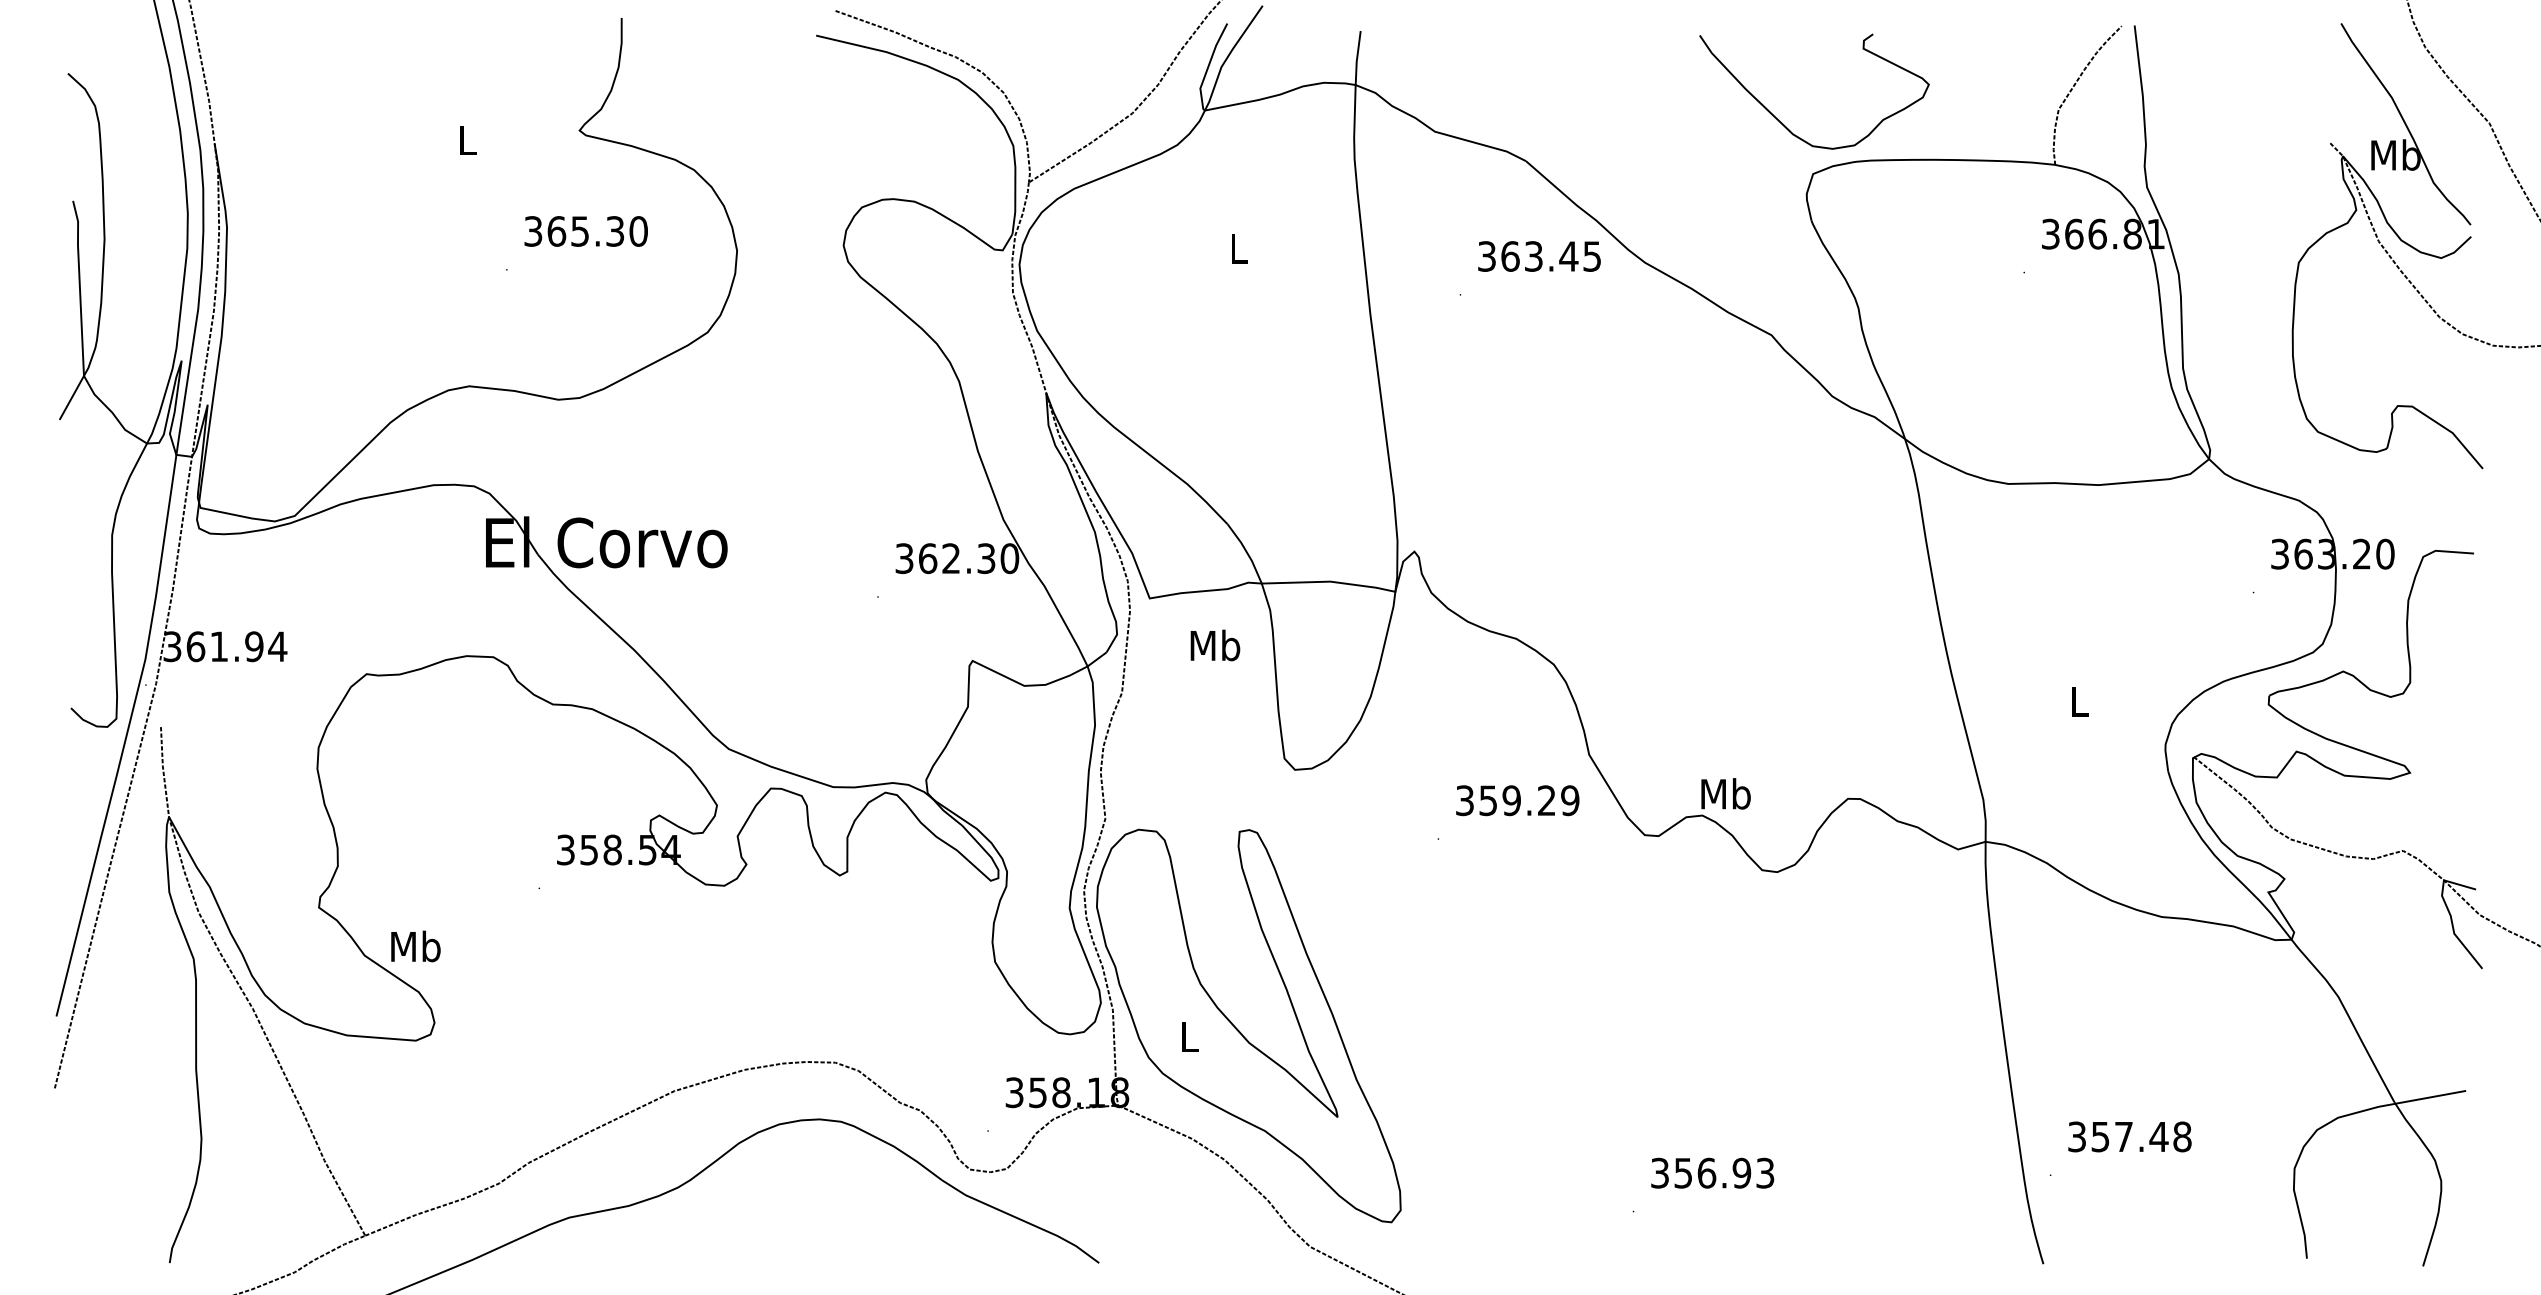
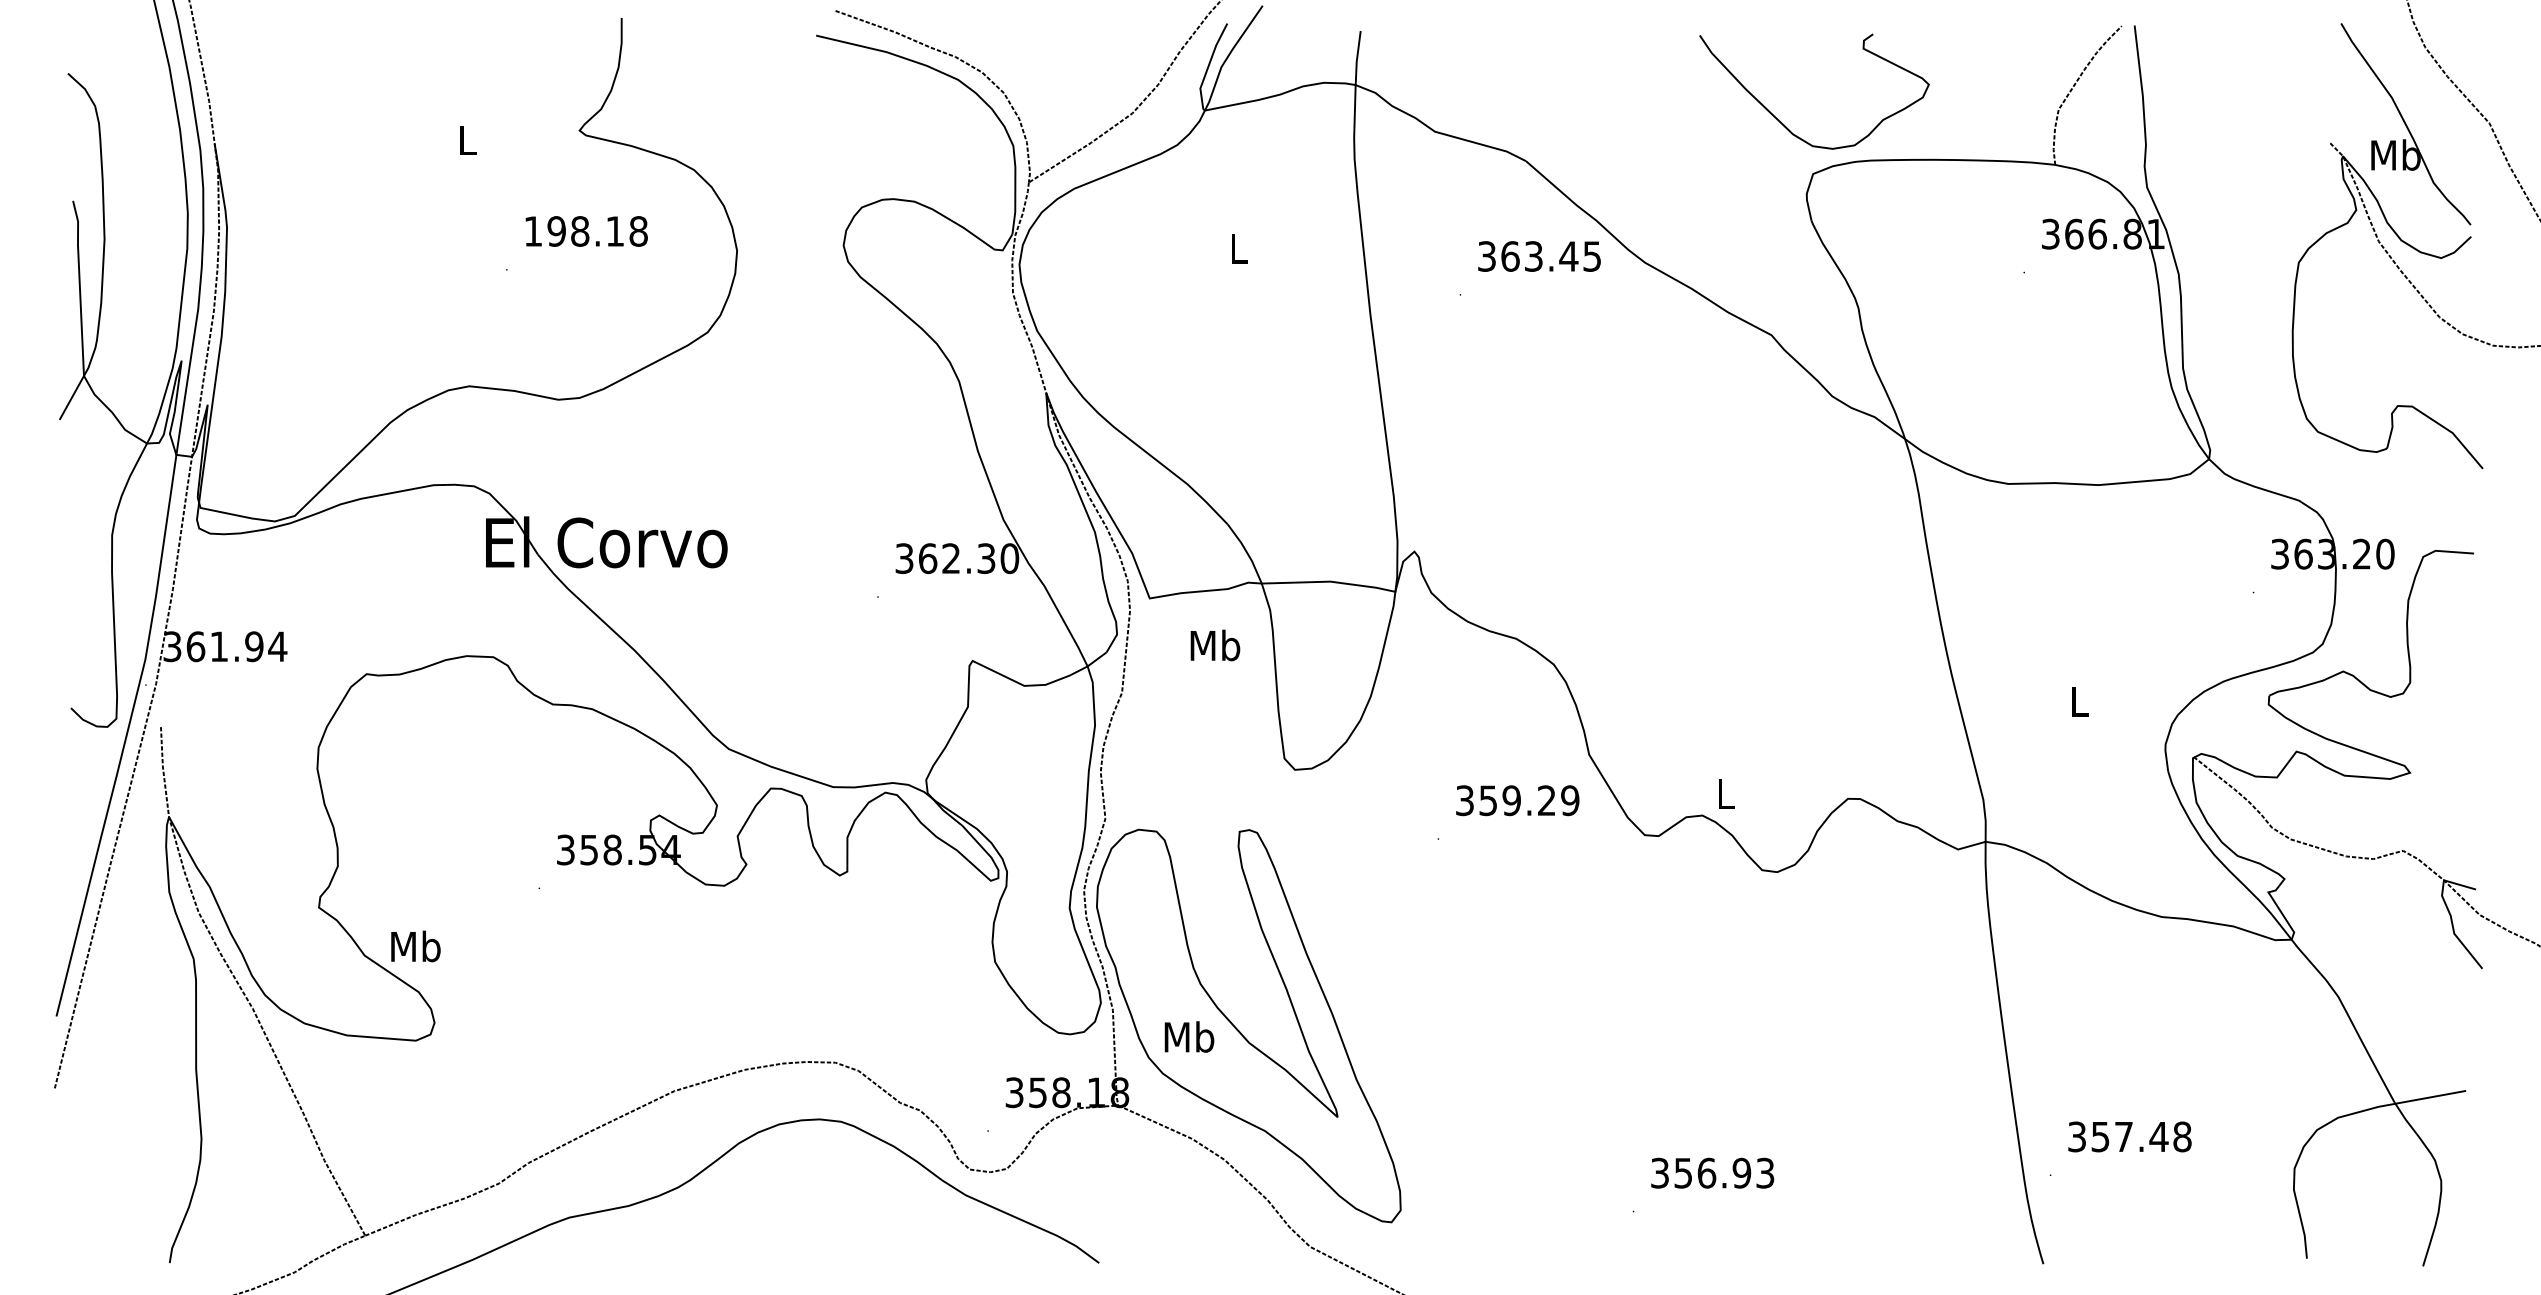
text at (585, 231): 365.30 -> 198.18
text at (1725, 793): Mb -> L
text at (1189, 1036): L -> Mb
